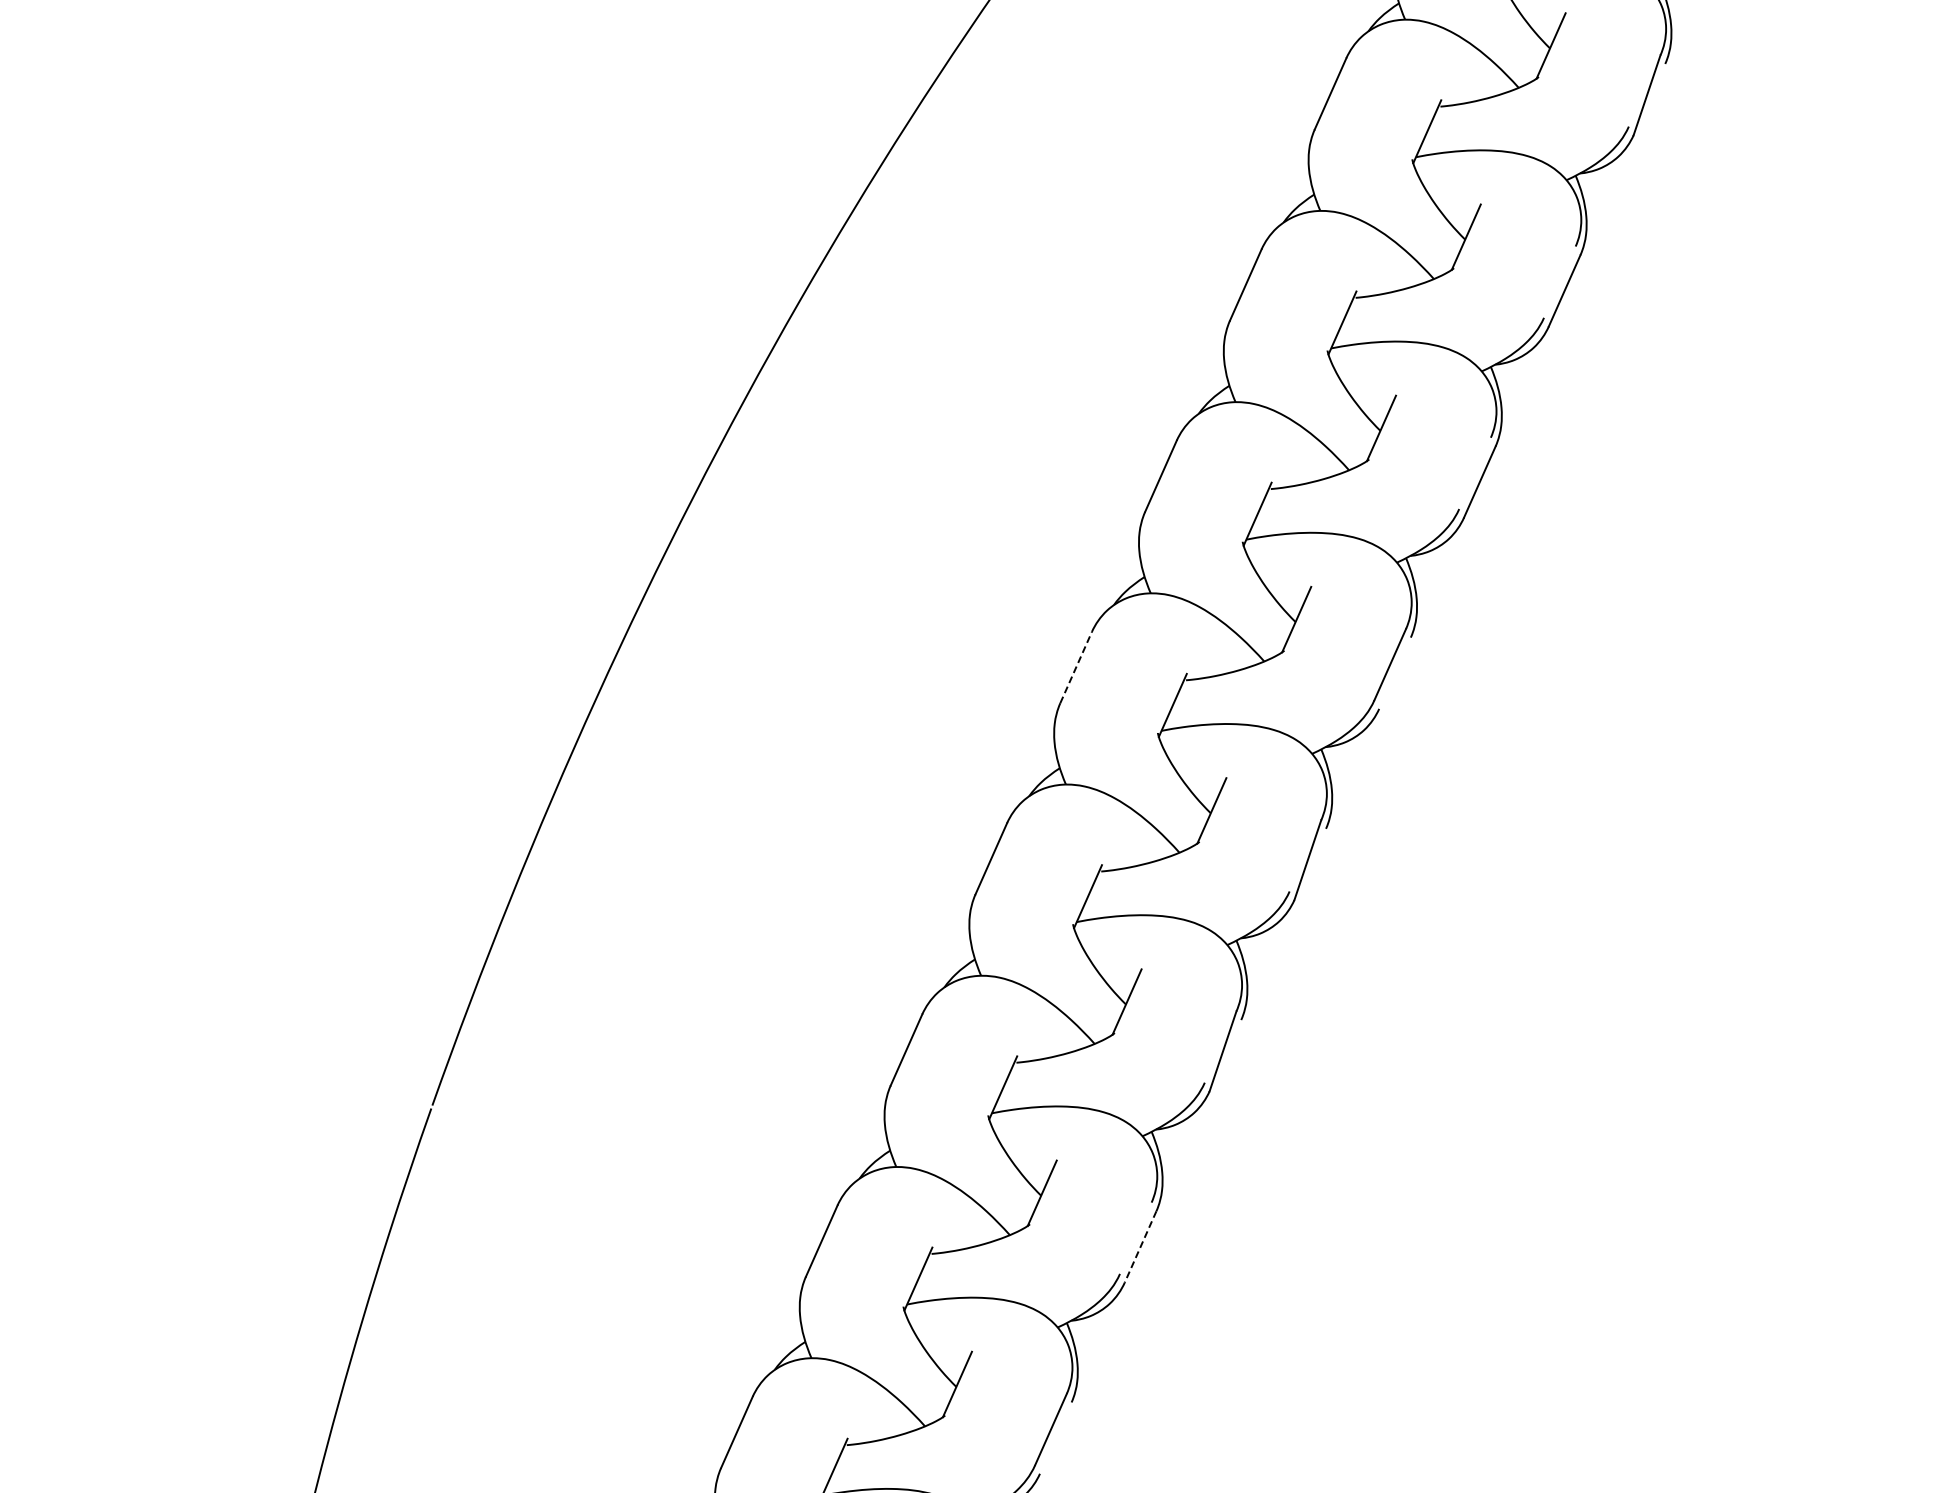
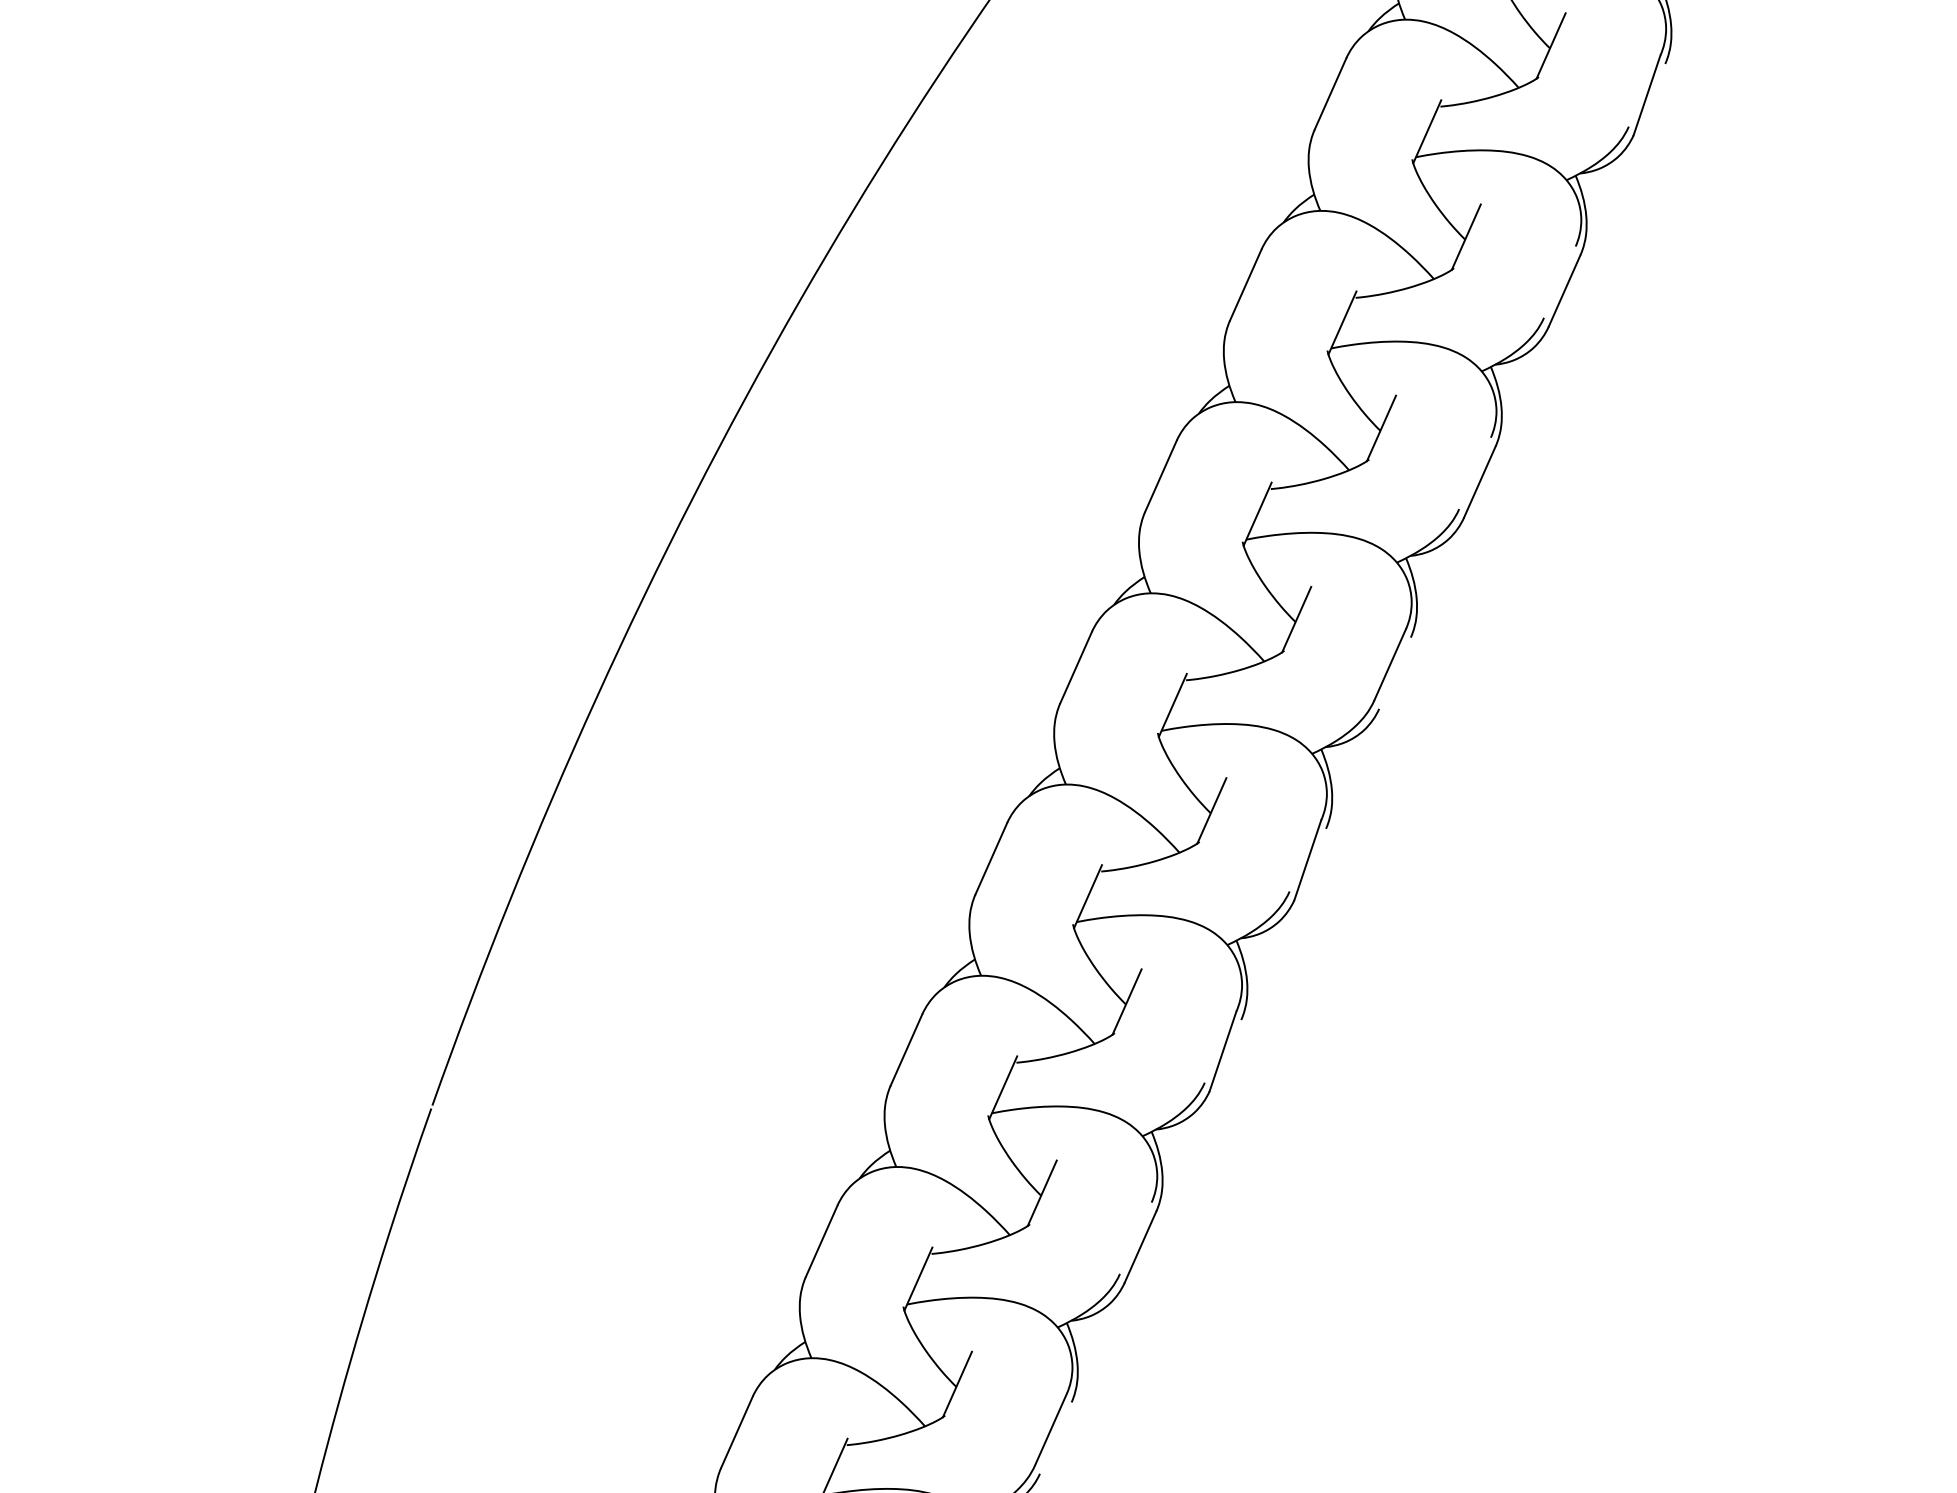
line at (1076, 667): dashed -> solid
line at (1140, 1246): dashed -> solid
